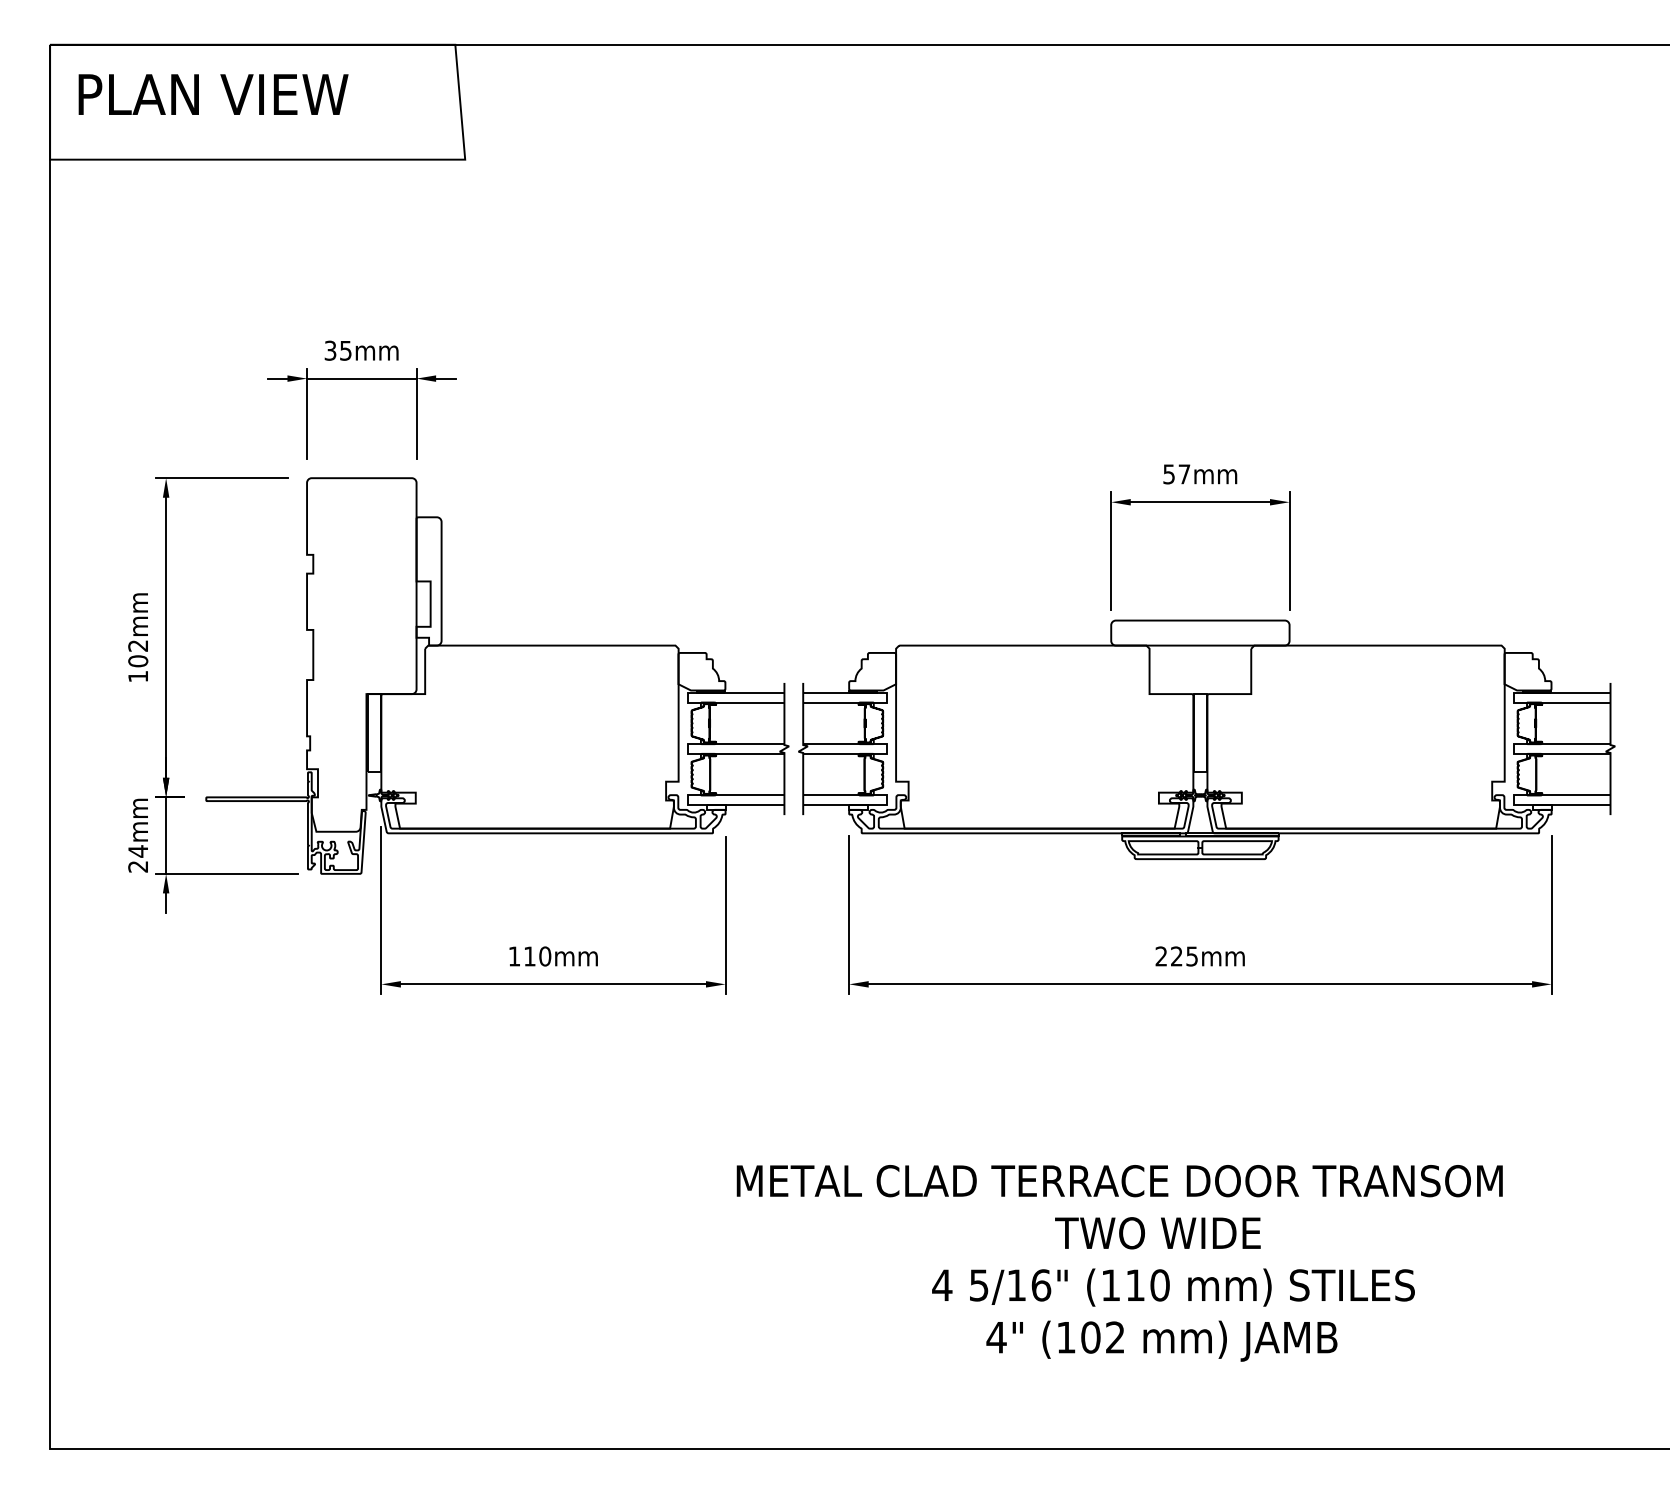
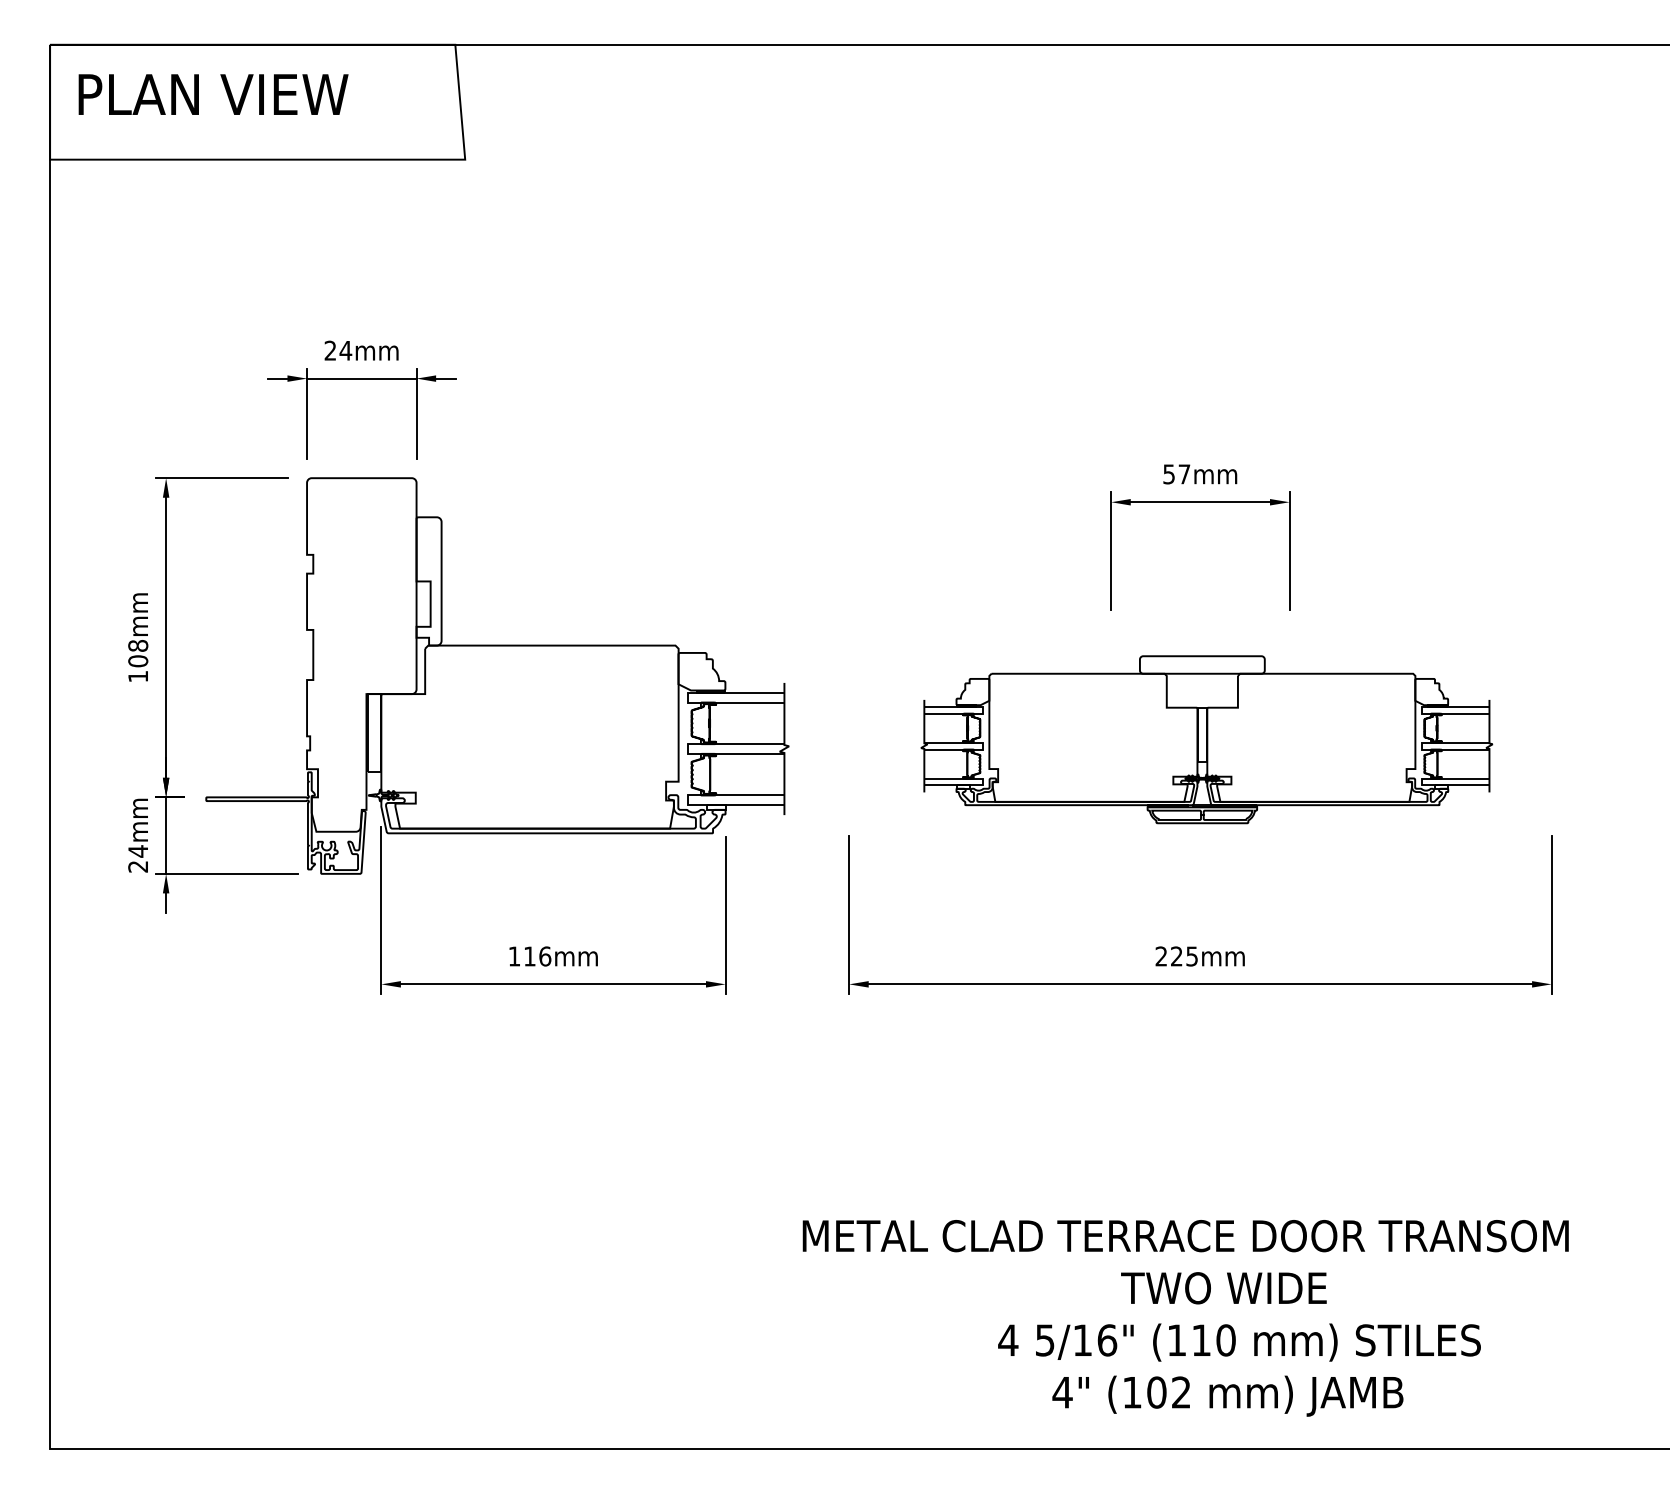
text at (338, 350): 35mm -> 24mm
text at (138, 645): 102mm -> 108mm
part at (1206, 739) size: 818x241 px -> 574x170 px
text at (545, 956): 110mm -> 116mm
text at (1119, 1263) position: (1119, 1263) -> (1185, 1318)
